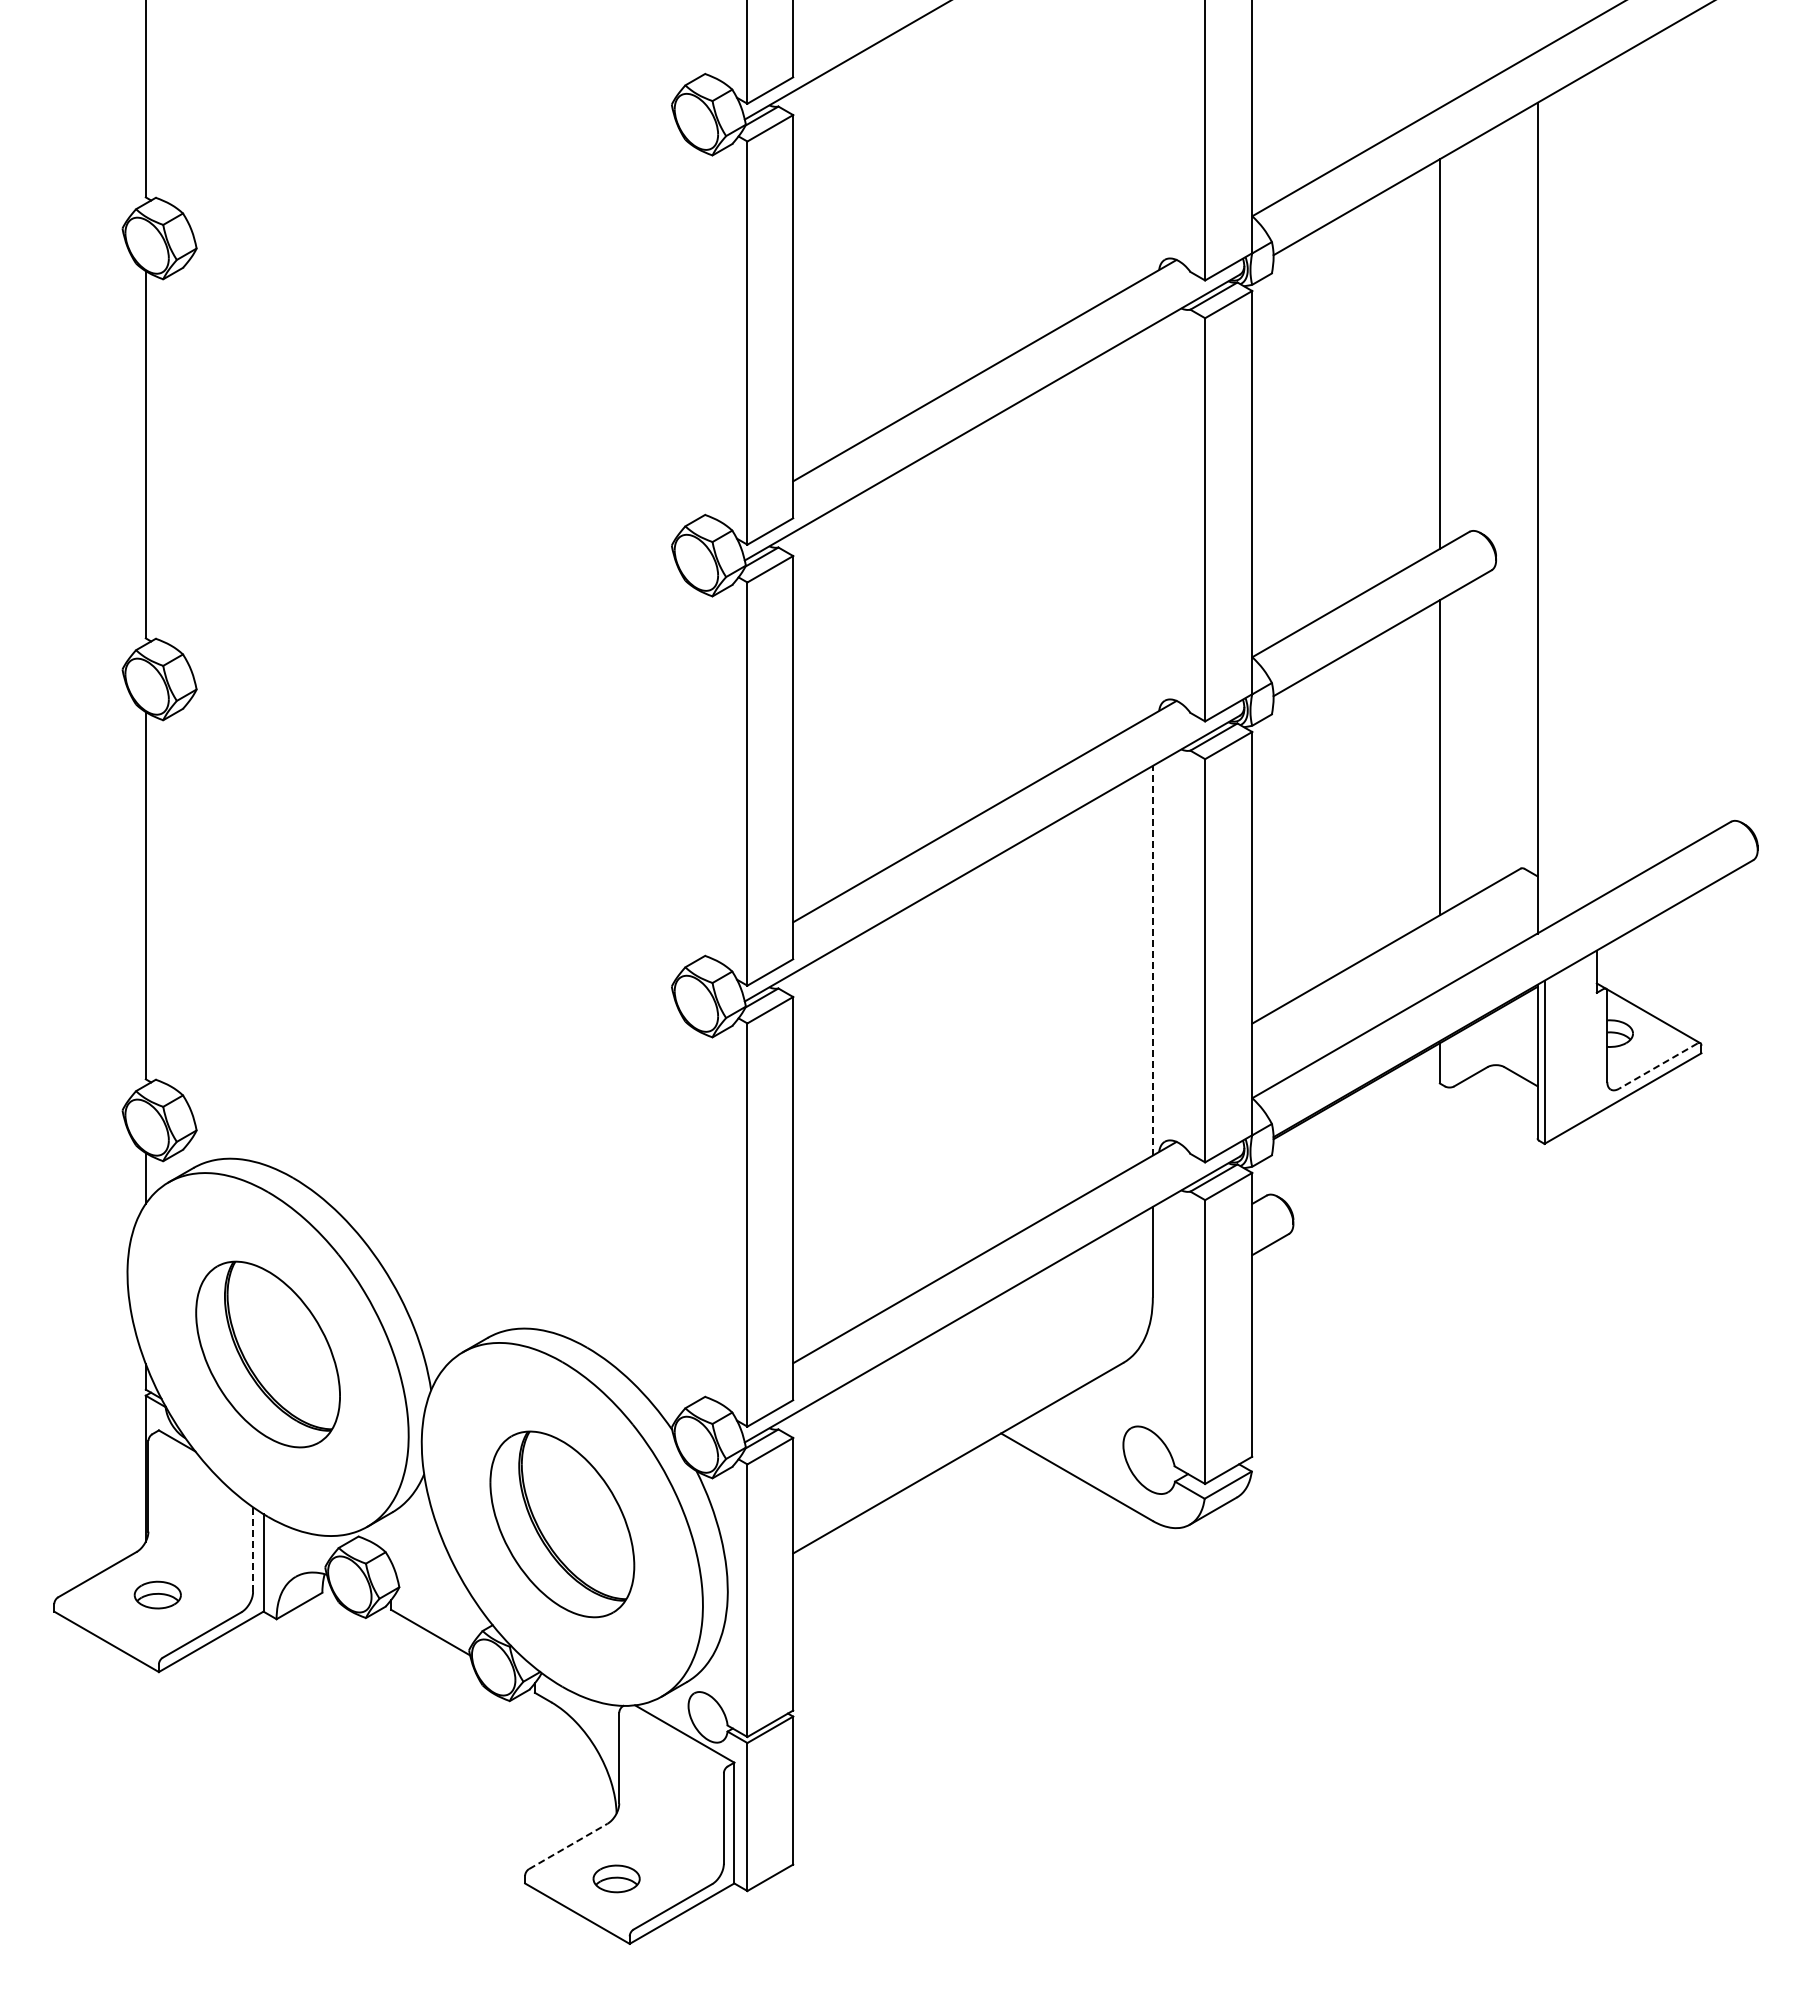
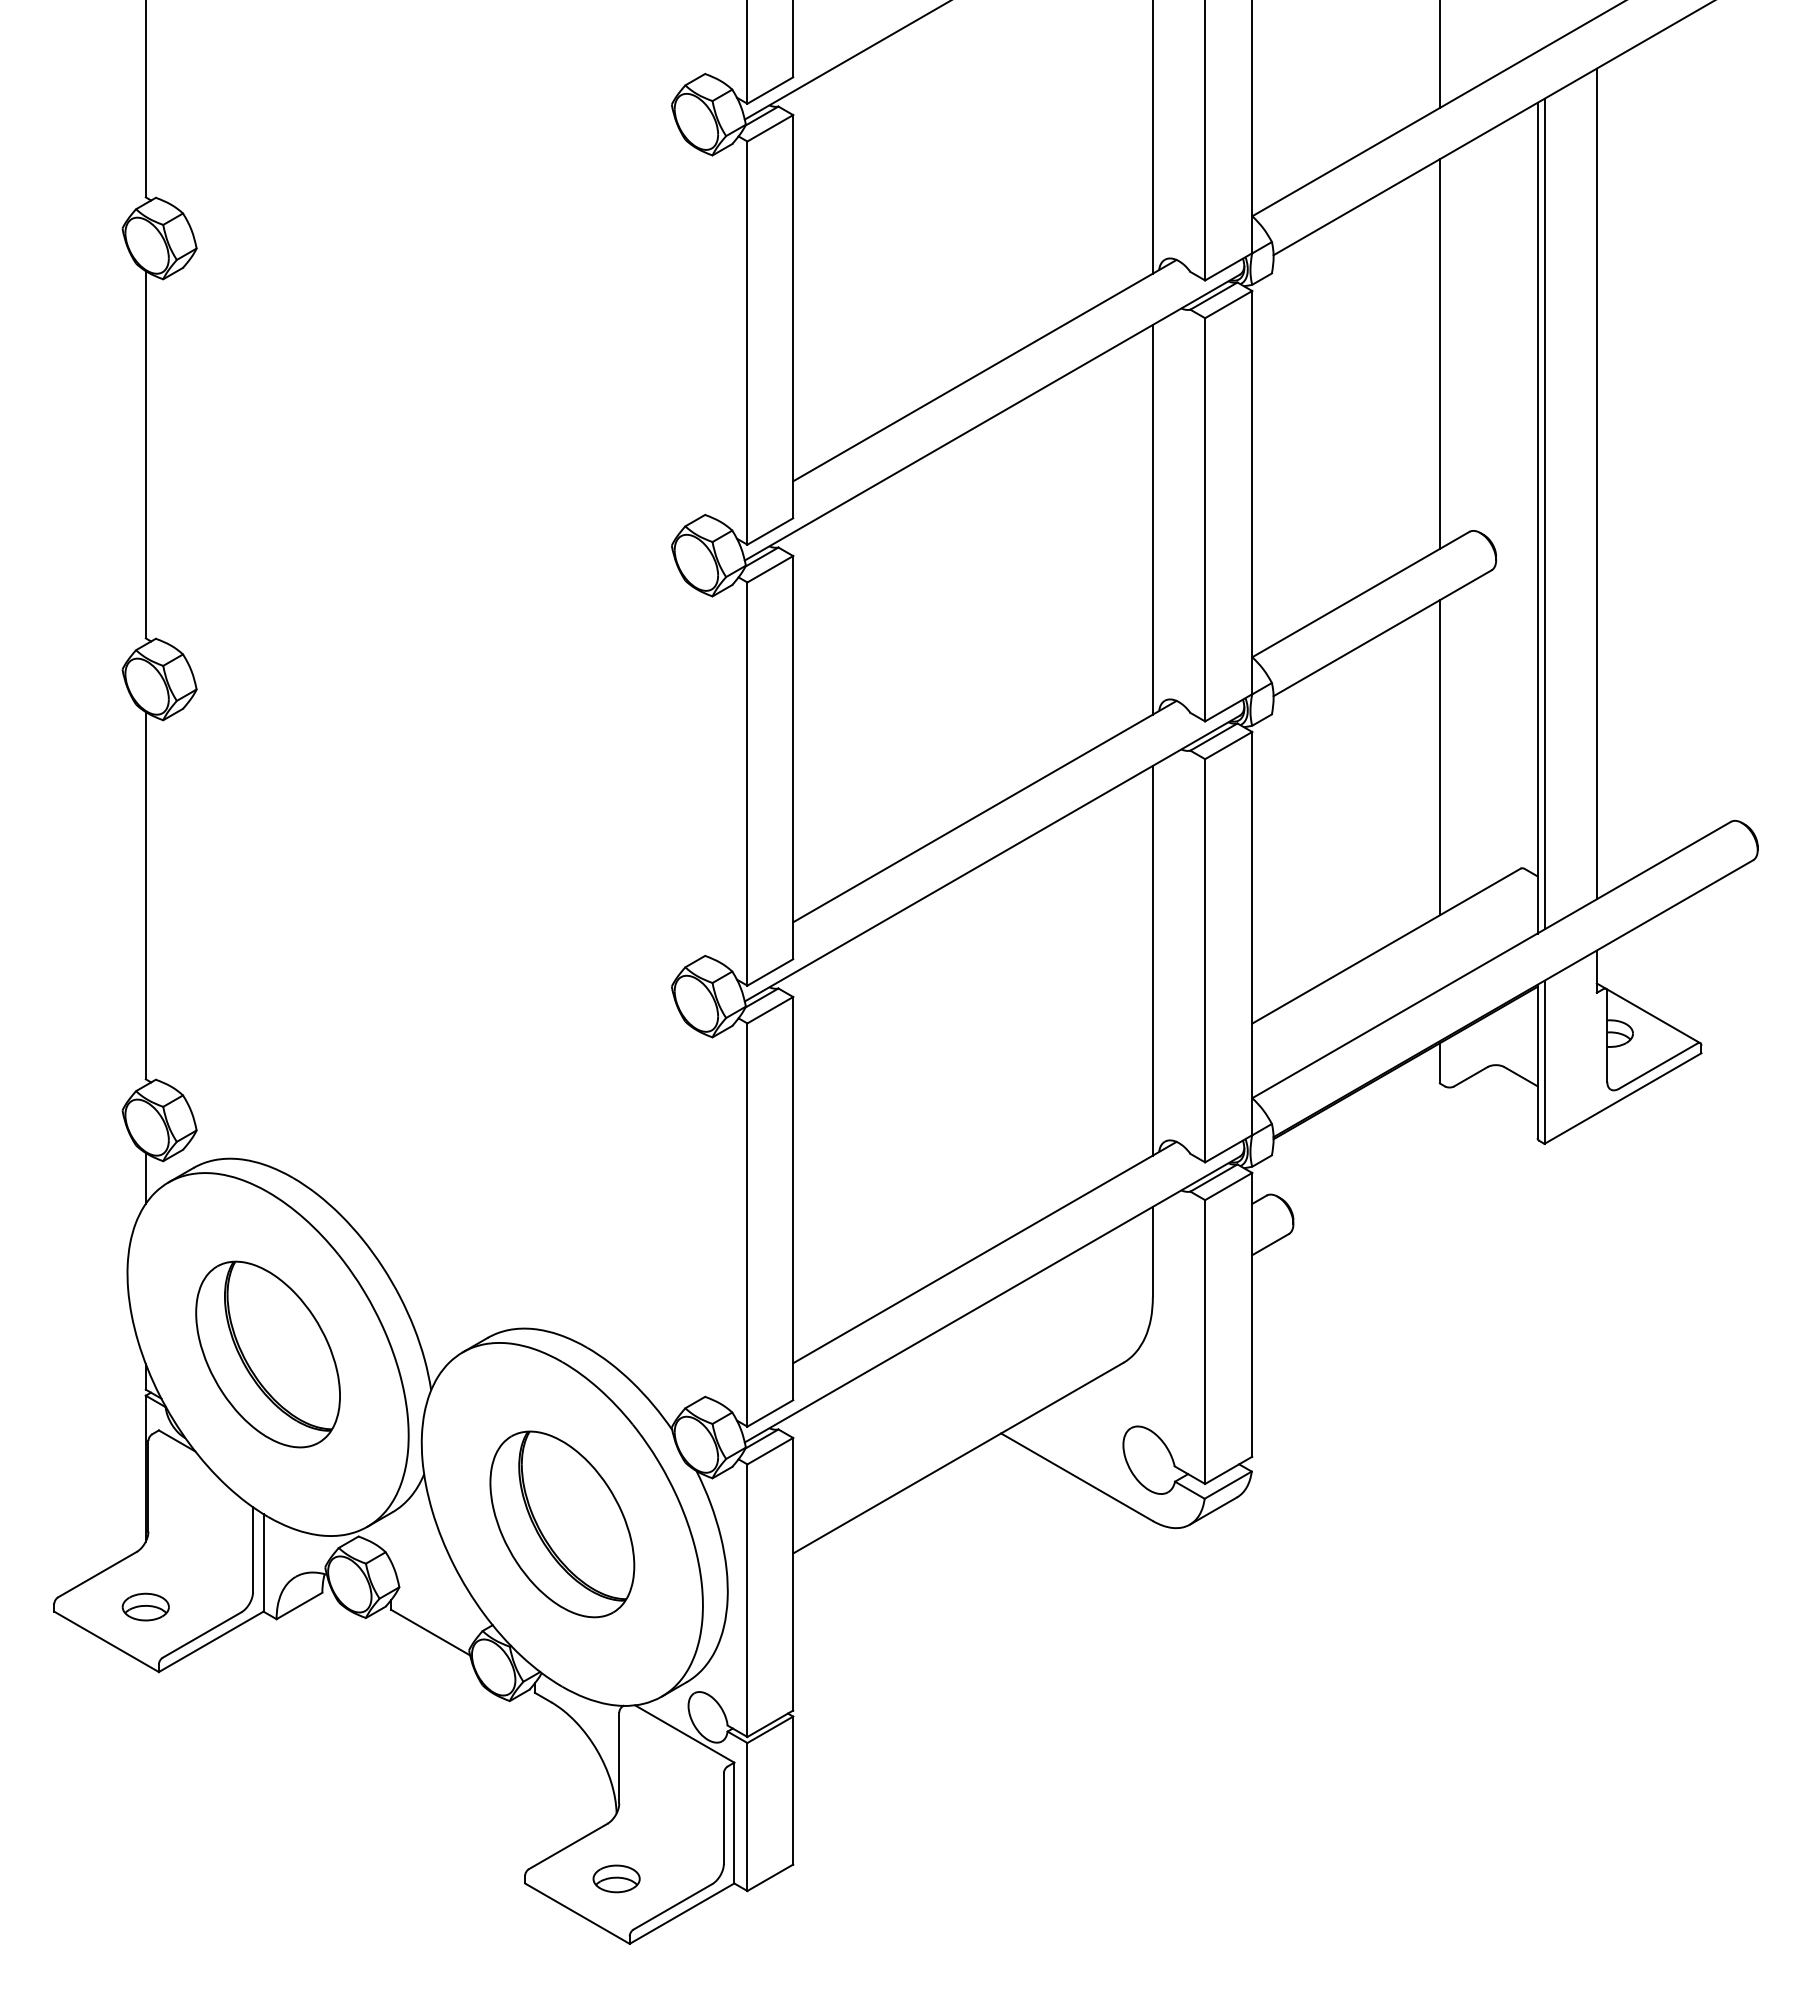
line at (1439, 54): none -> present
line at (1152, 137): none -> present
line at (1596, 483): none -> present
line at (1544, 513): none -> present
line at (1152, 519): none -> present
line at (1152, 960): dashed -> solid
line at (1657, 1066): dashed -> solid
line at (253, 1549): dashed -> solid
part at (157, 1594) position: (157, 1594) -> (145, 1606)
line at (568, 1846): dashed -> solid
